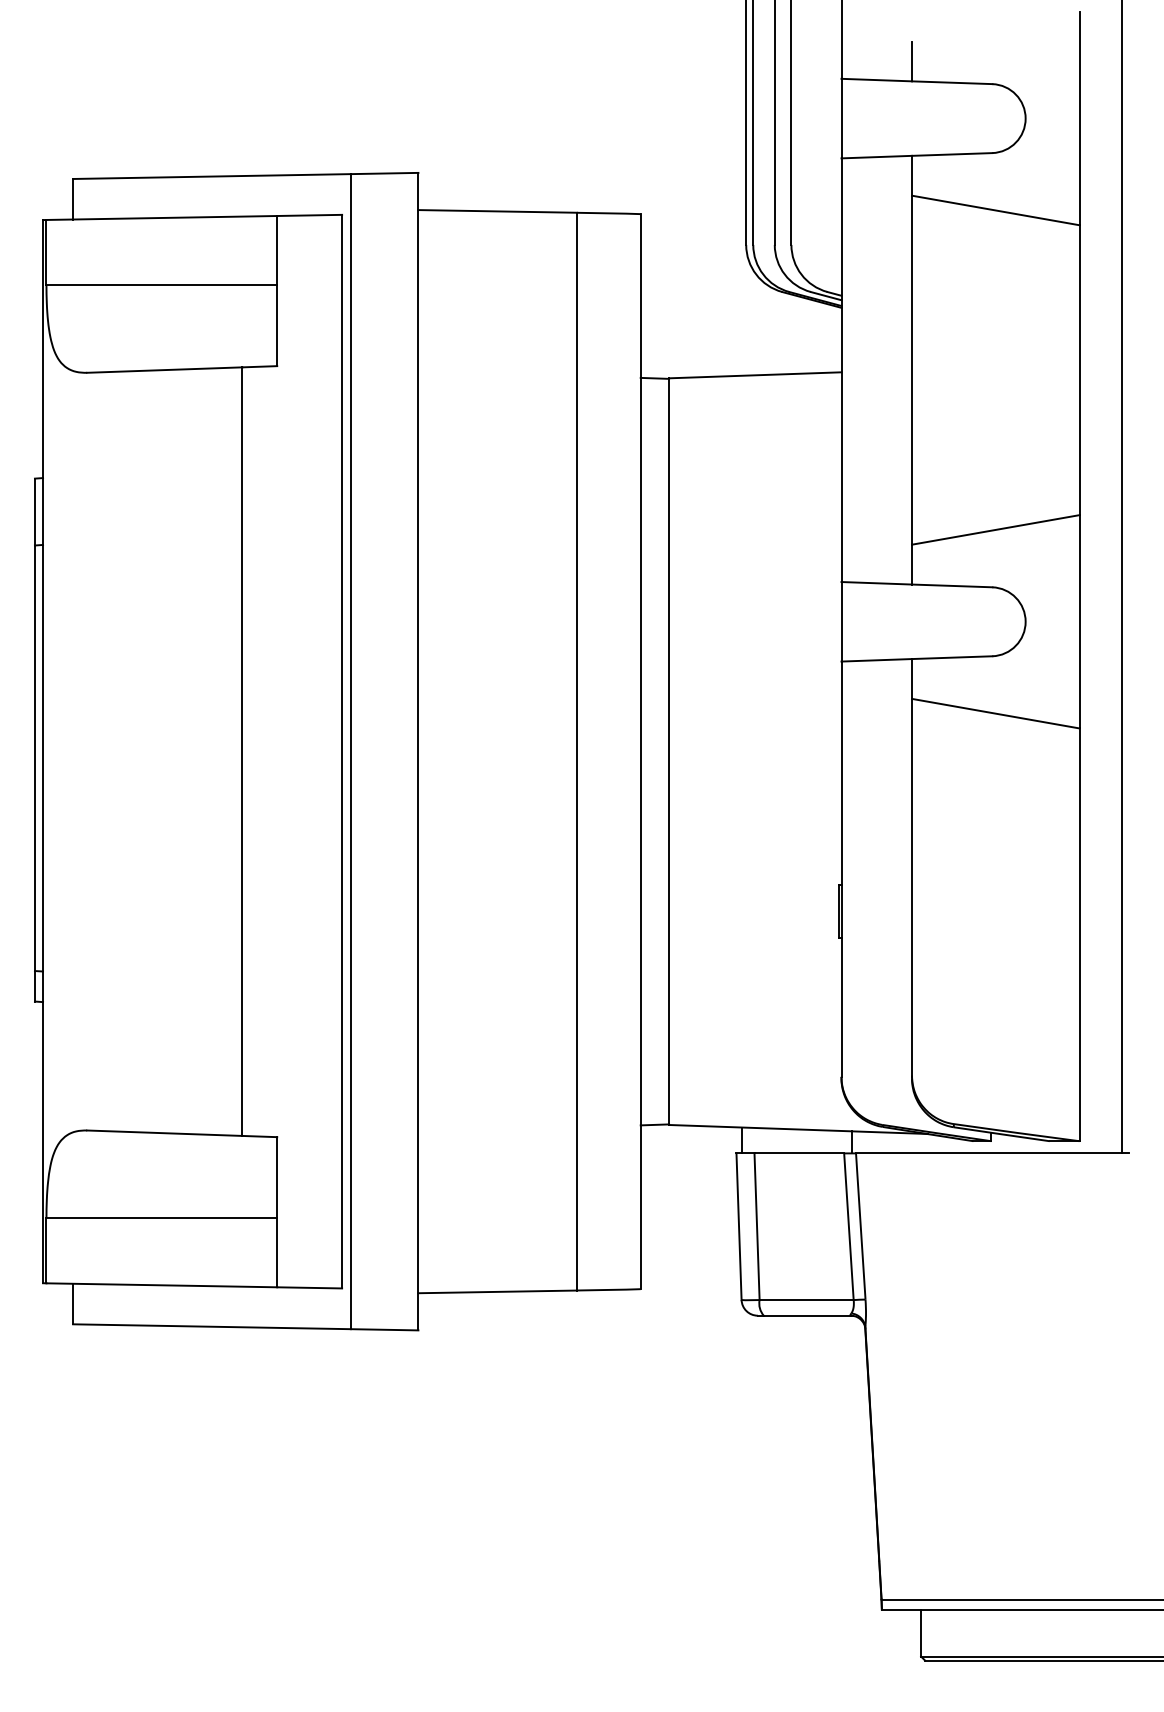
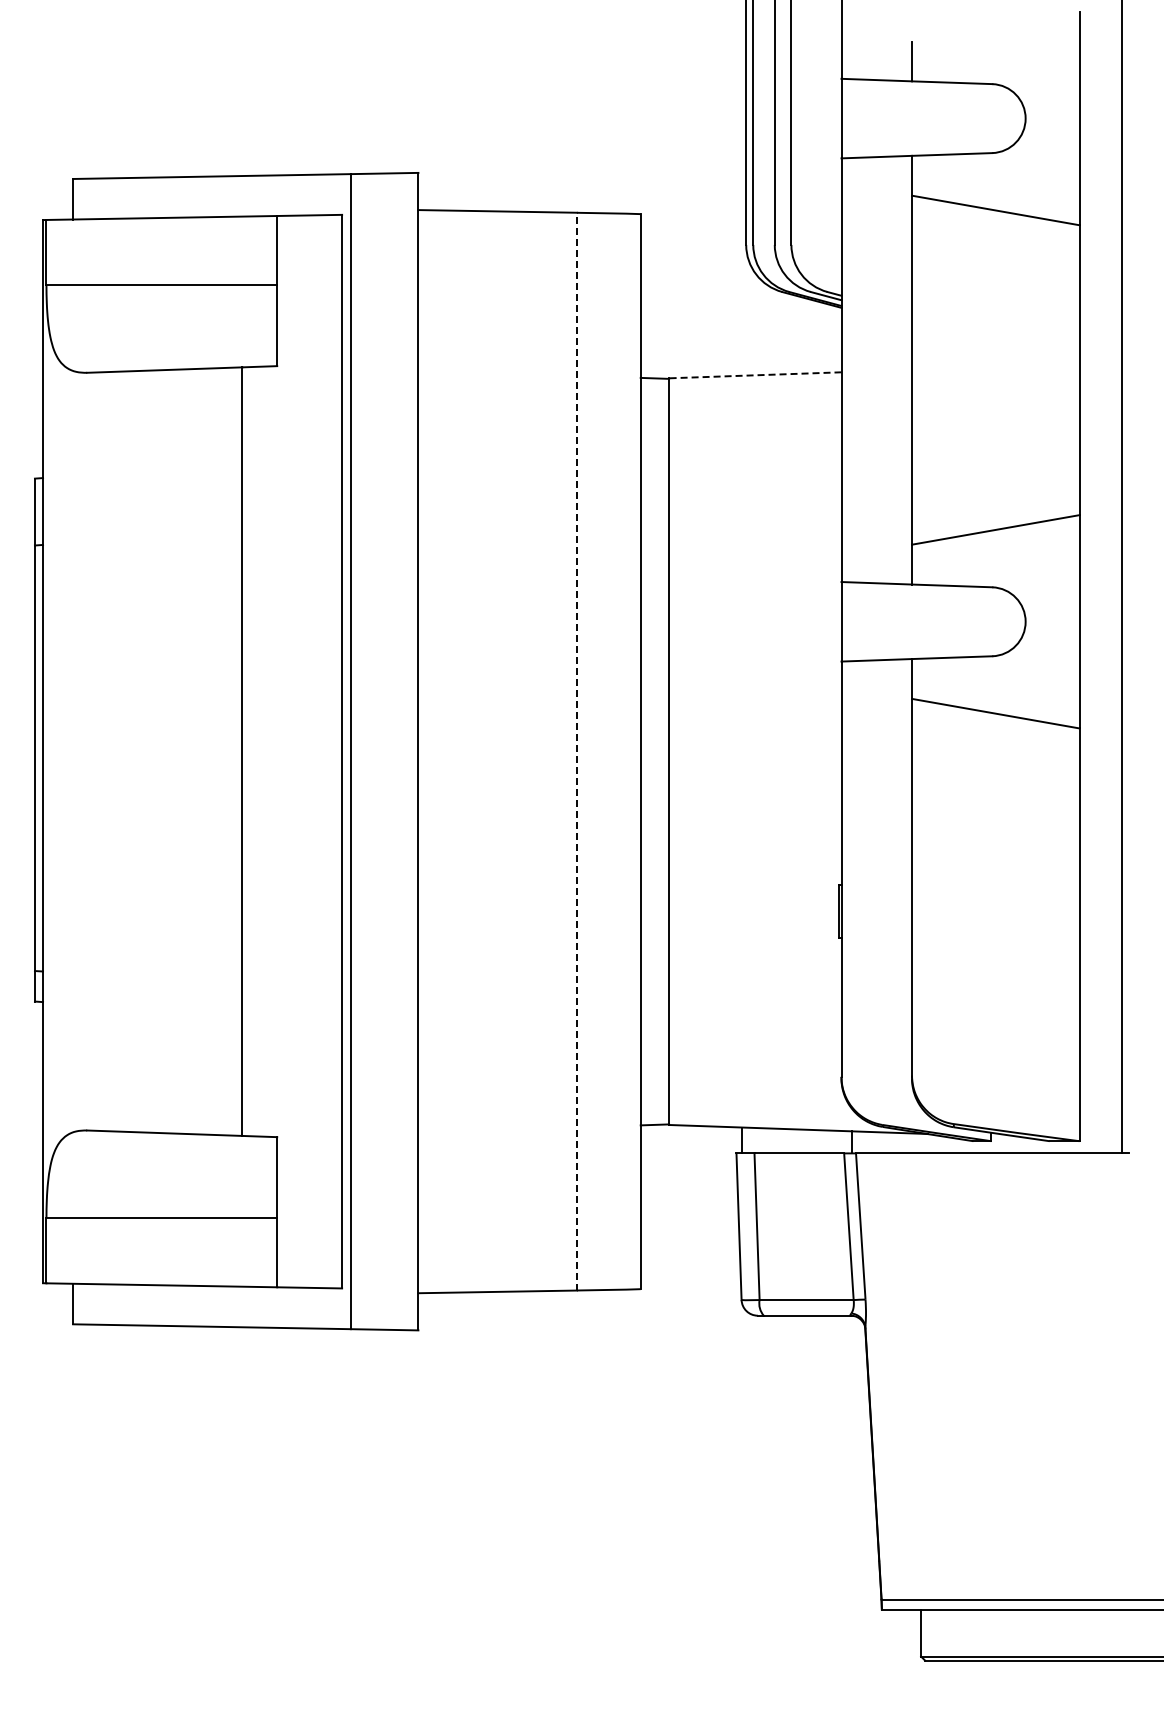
line at (754, 375): solid -> dashed
line at (576, 751): solid -> dashed
